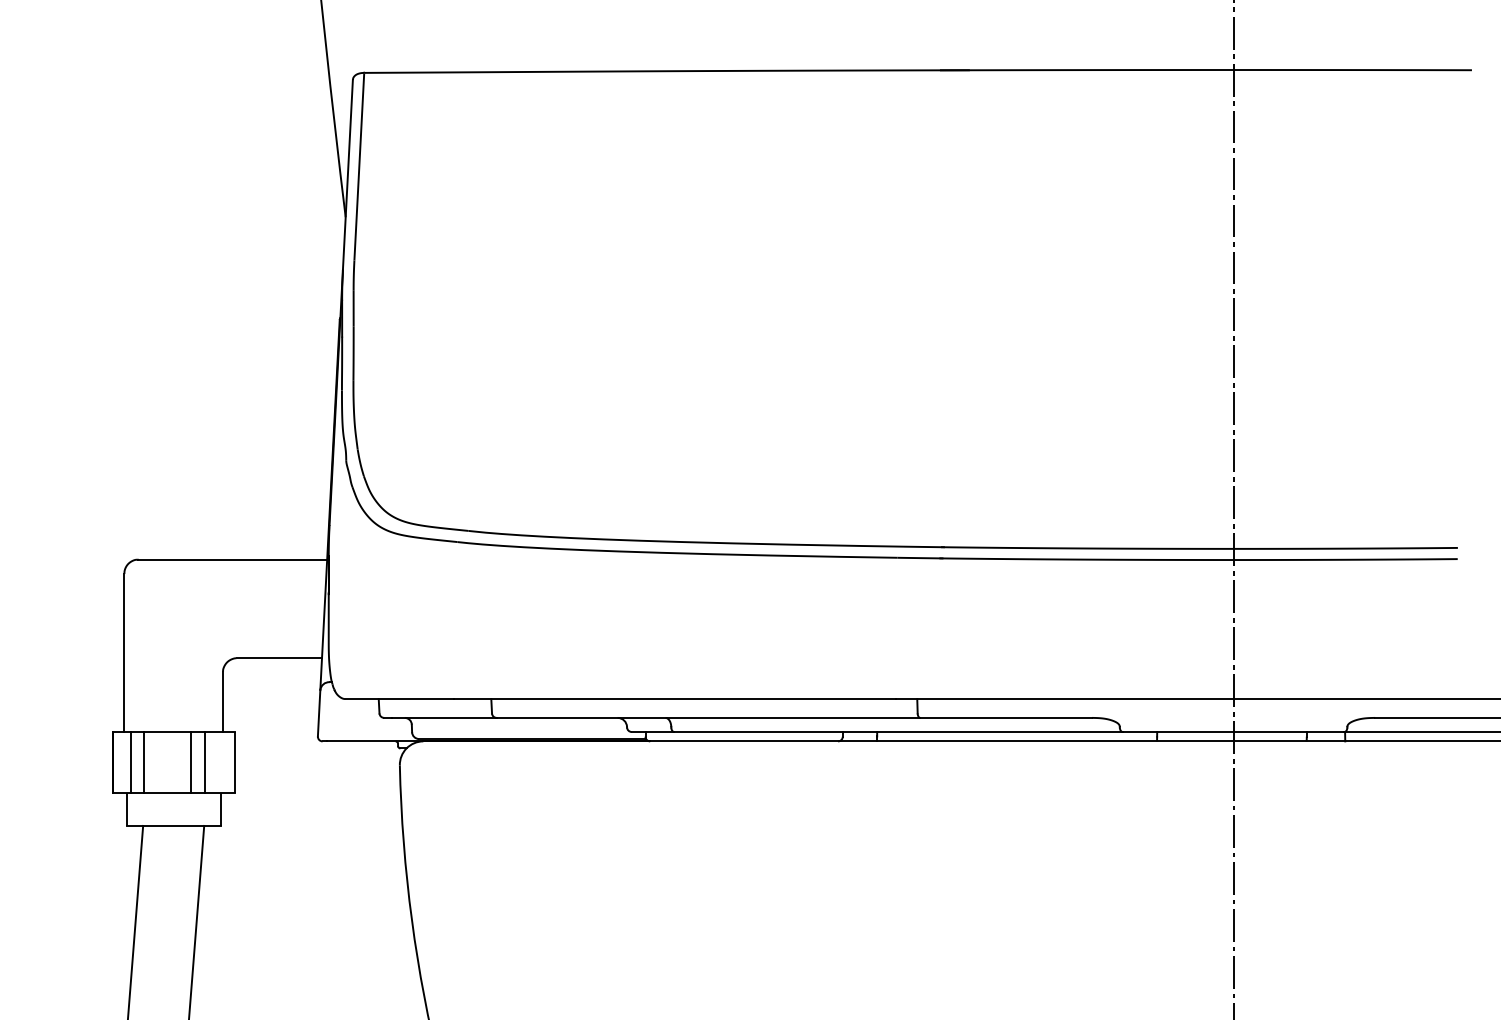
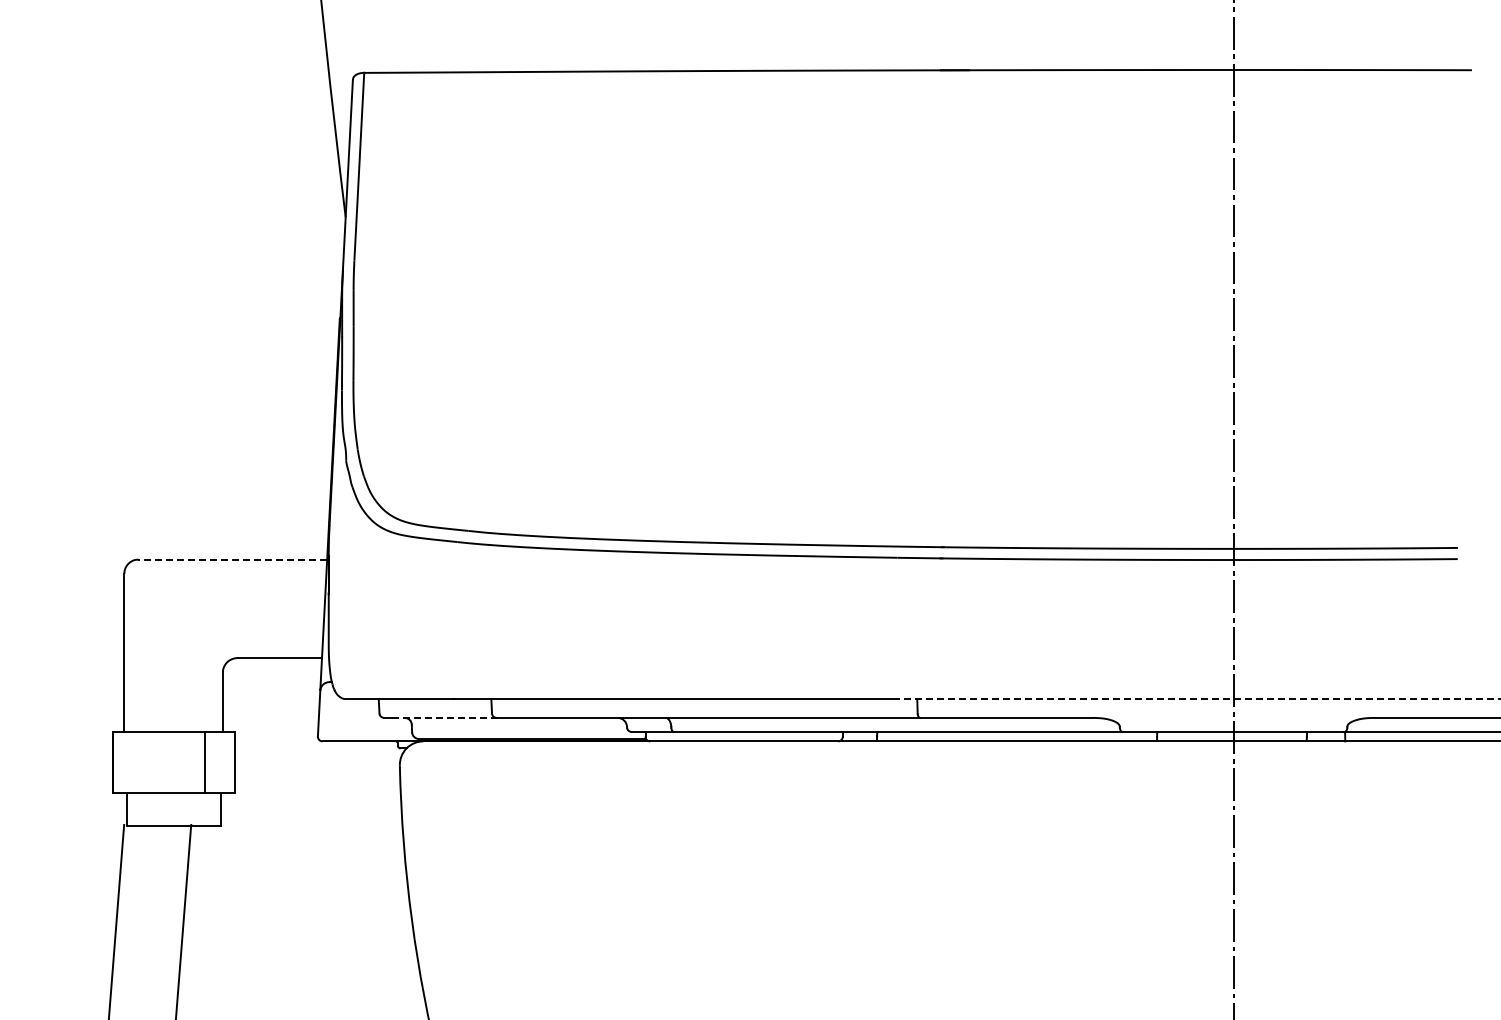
line at (232, 559): solid -> dashed
line at (1198, 699): solid -> dashed
line at (444, 717): solid -> dashed
line at (131, 762): present -> none
line at (143, 762): present -> none
line at (190, 762): present -> none
line at (135, 920) position: (135, 920) -> (116, 920)
line at (196, 920) position: (196, 920) -> (183, 920)
